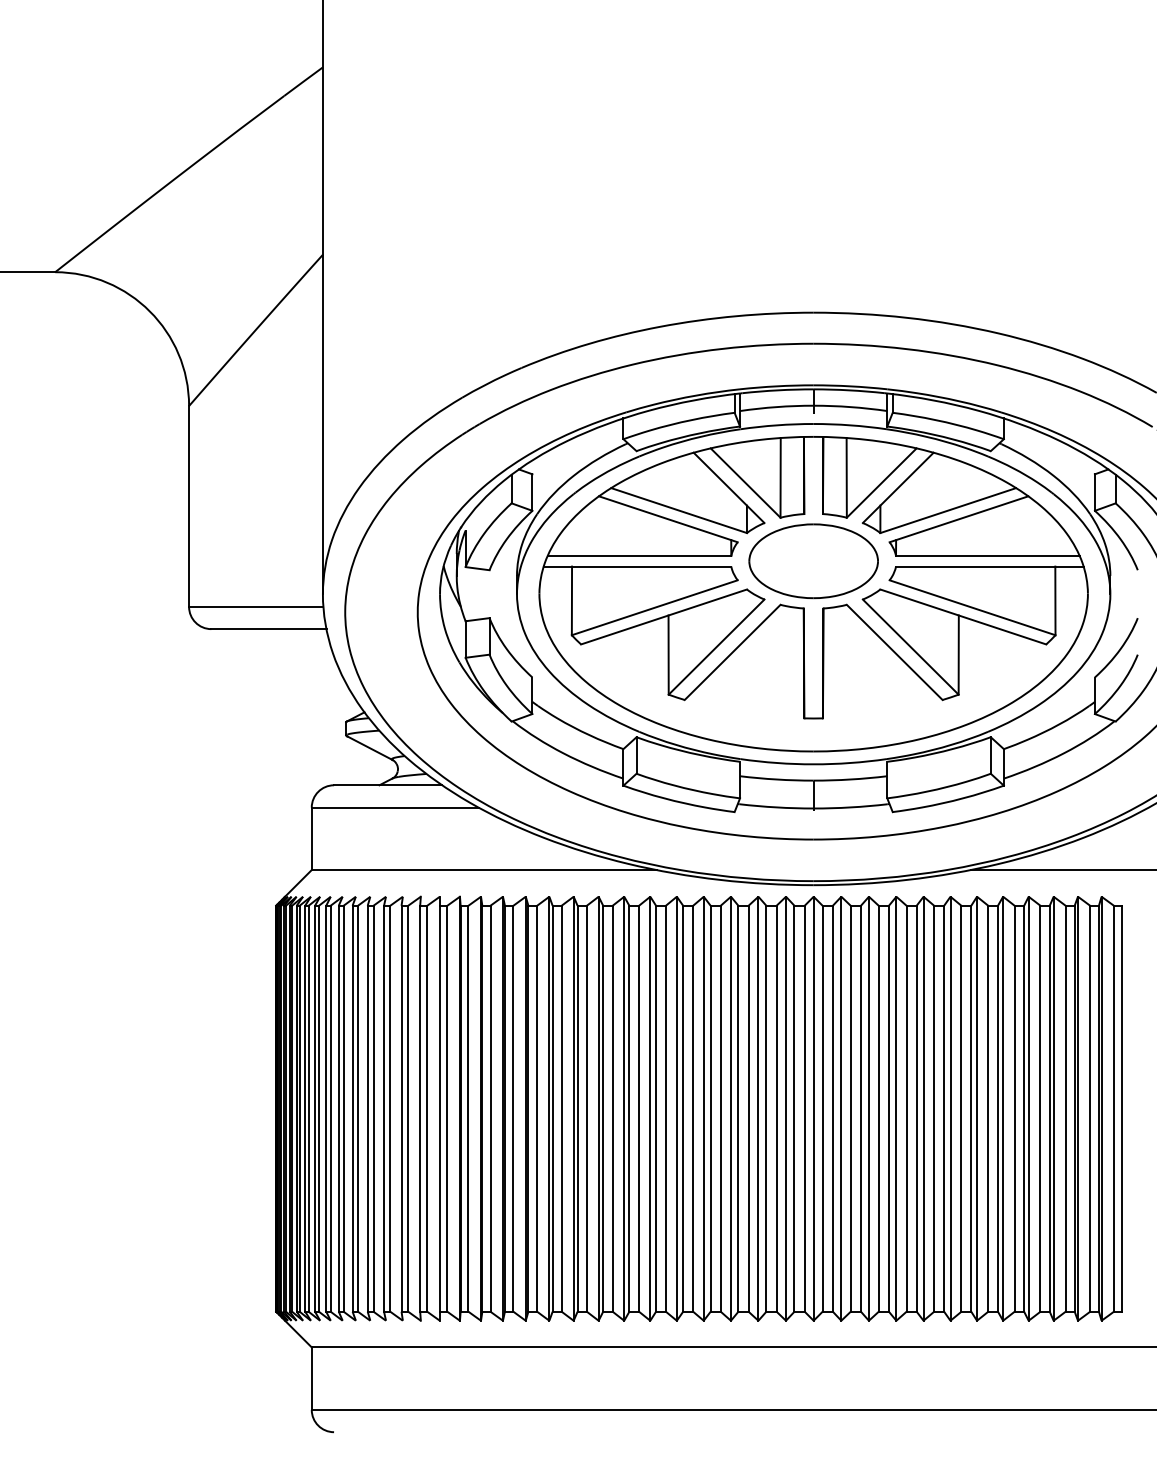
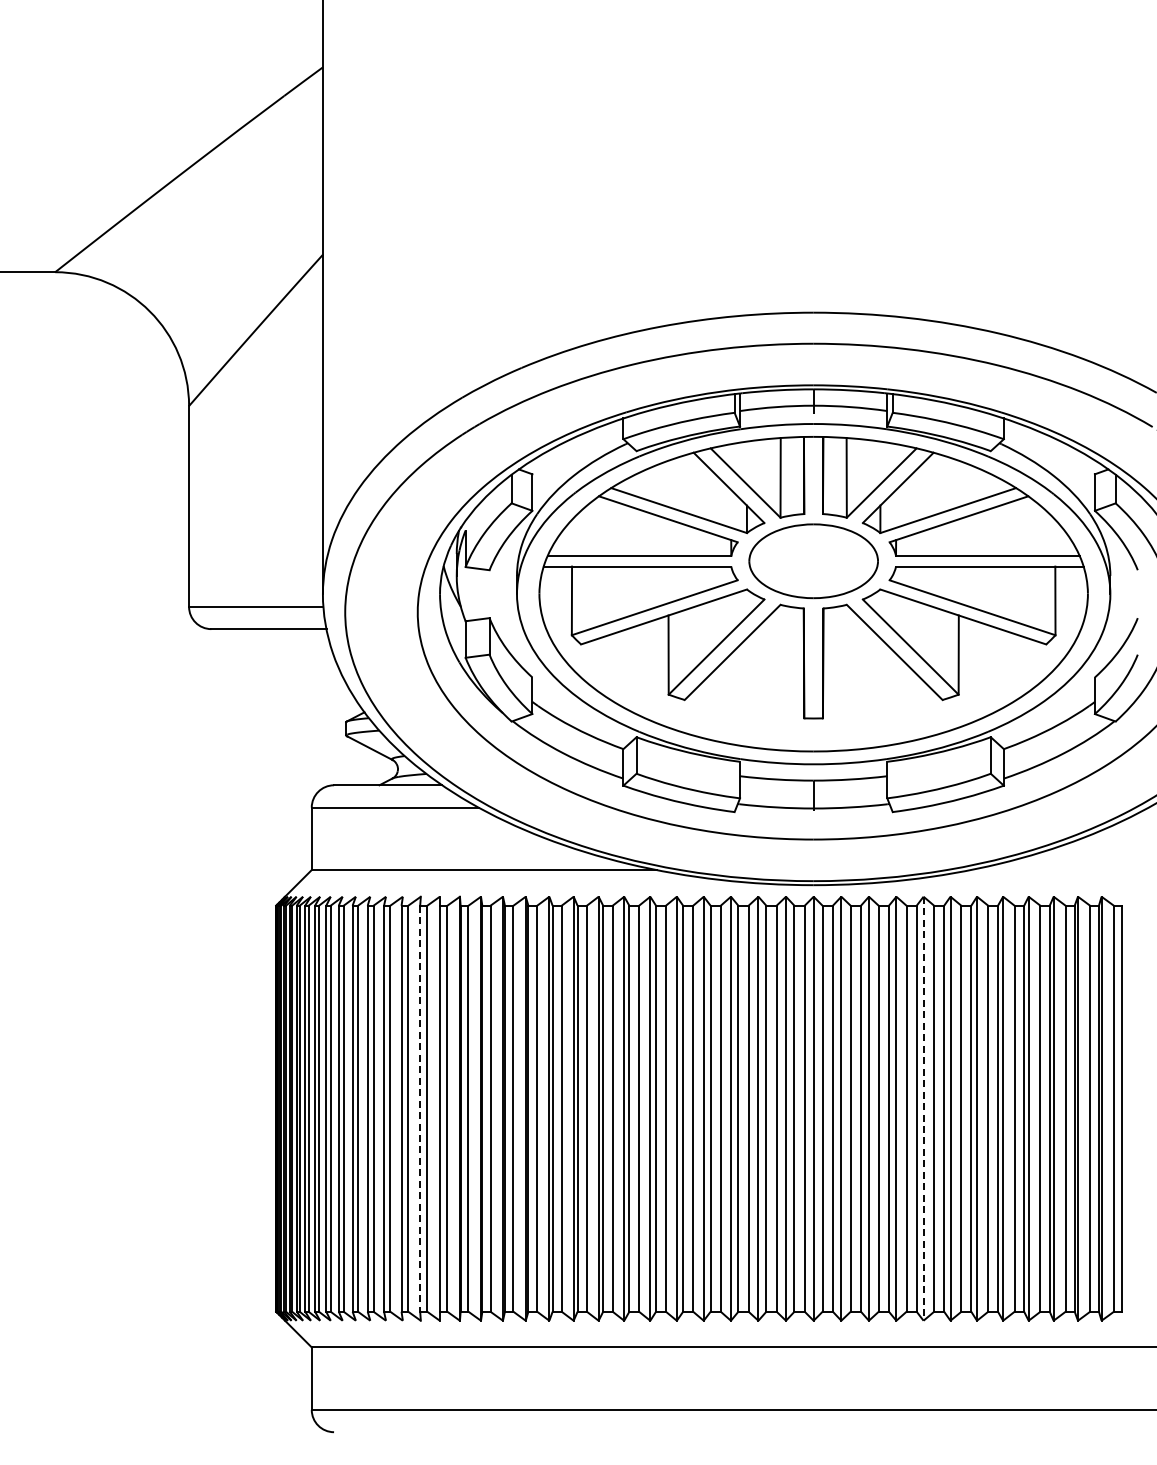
line at (1061, 870): present -> none
line at (420, 1108): solid -> dashed
line at (923, 1108): solid -> dashed
